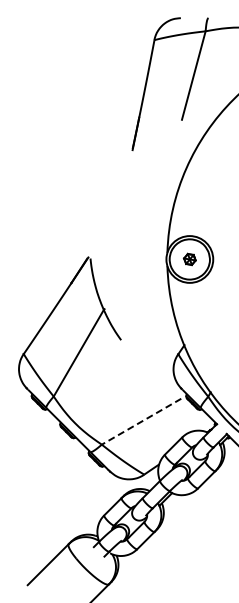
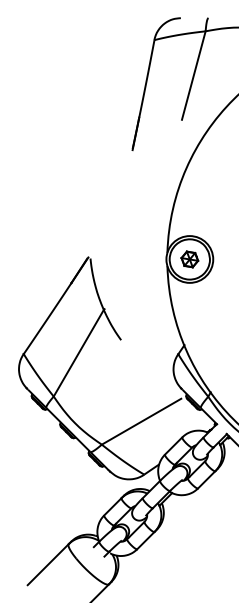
part at (189, 259) size: 15x15 px -> 20x19 px
line at (141, 421): dashed -> solid
